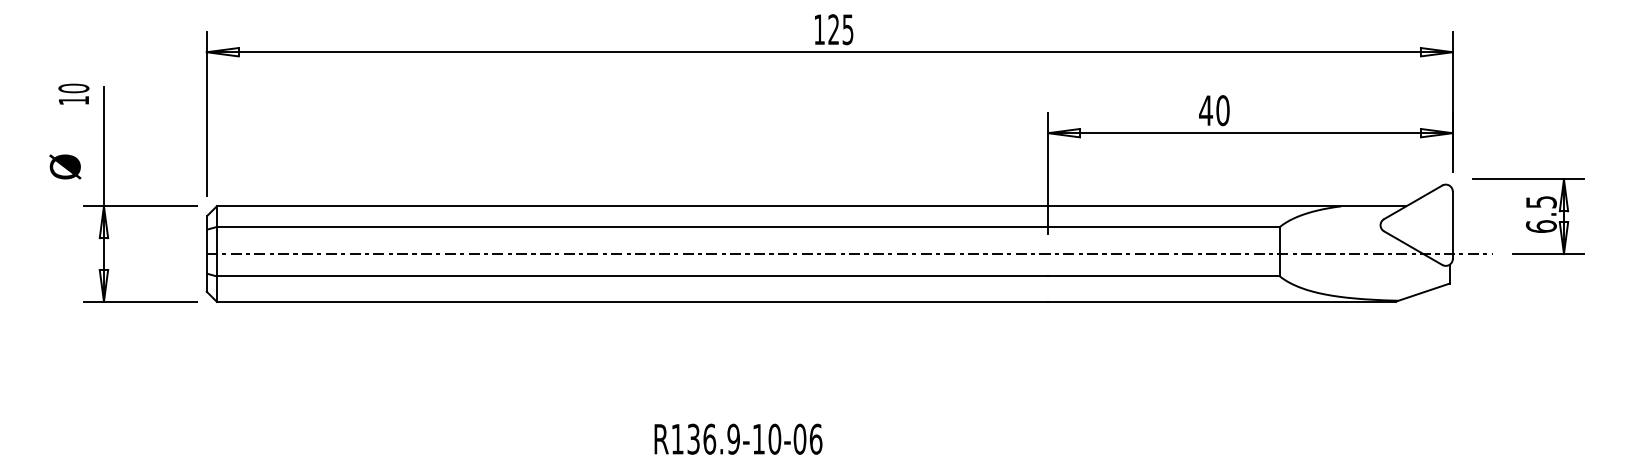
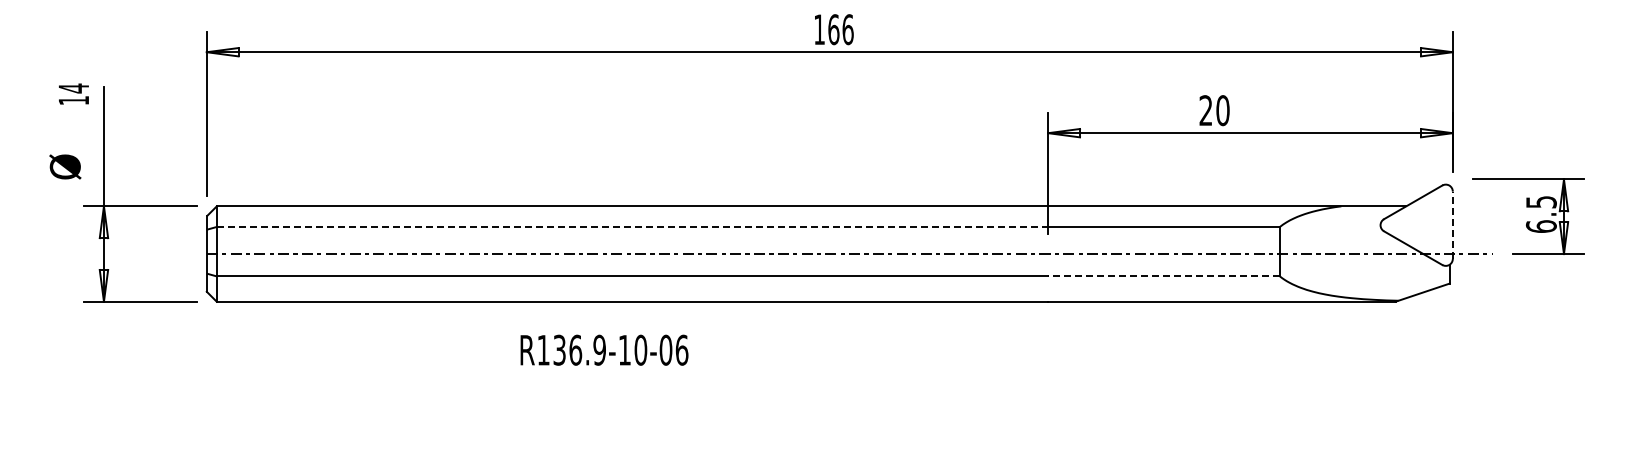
text at (840, 29): 125 -> 166
text at (73, 88): 10 -> 14
text at (1206, 110): 40 -> 20
line at (1452, 225): solid -> dashed
line at (632, 226): solid -> dashed
line at (1164, 276): solid -> dashed
text at (738, 438) position: (738, 438) -> (604, 349)
